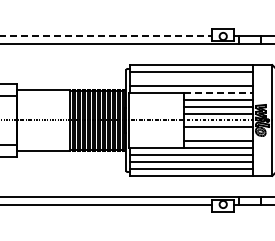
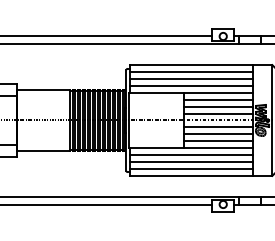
line at (106, 36): dashed -> solid
line at (191, 78): none -> present
line at (219, 92): dashed -> solid
line at (218, 134): none -> present
